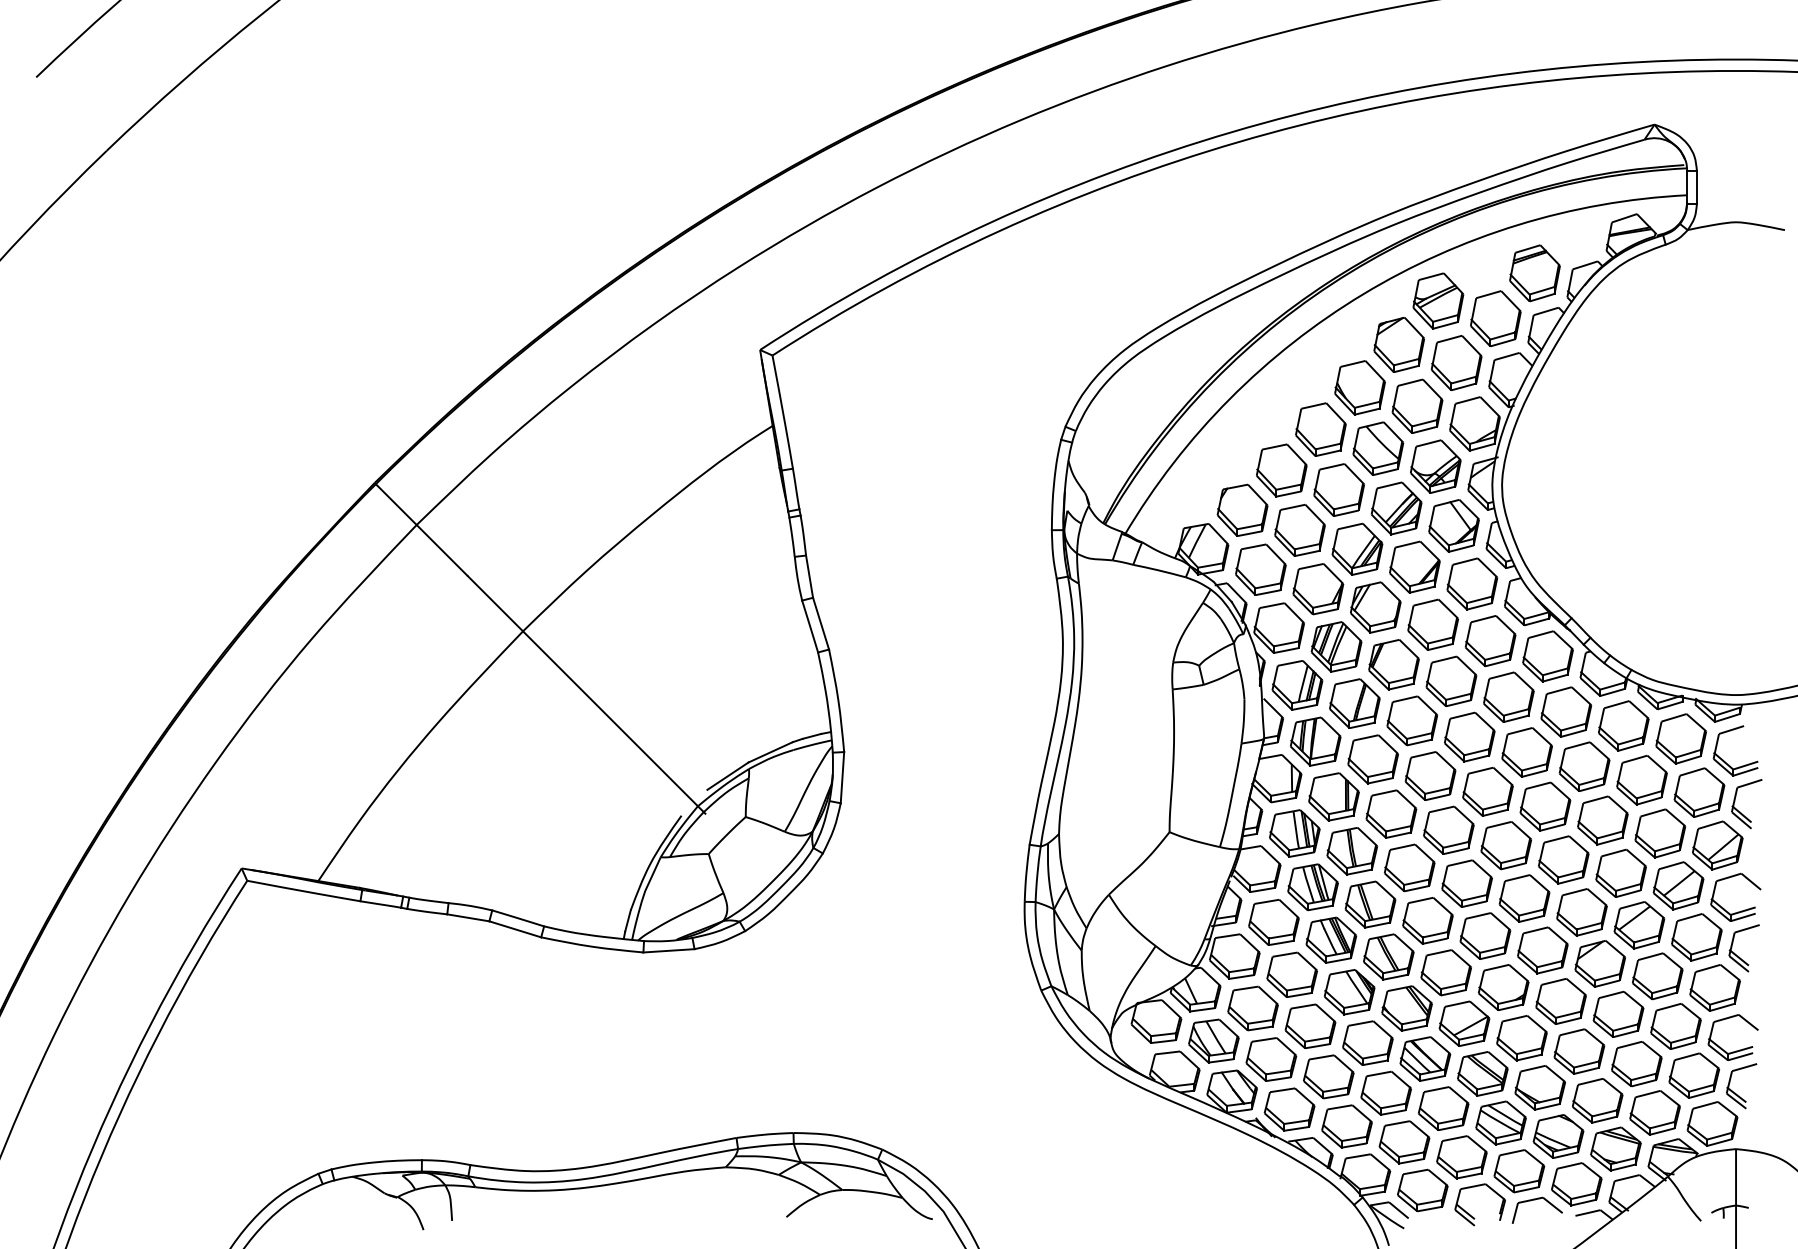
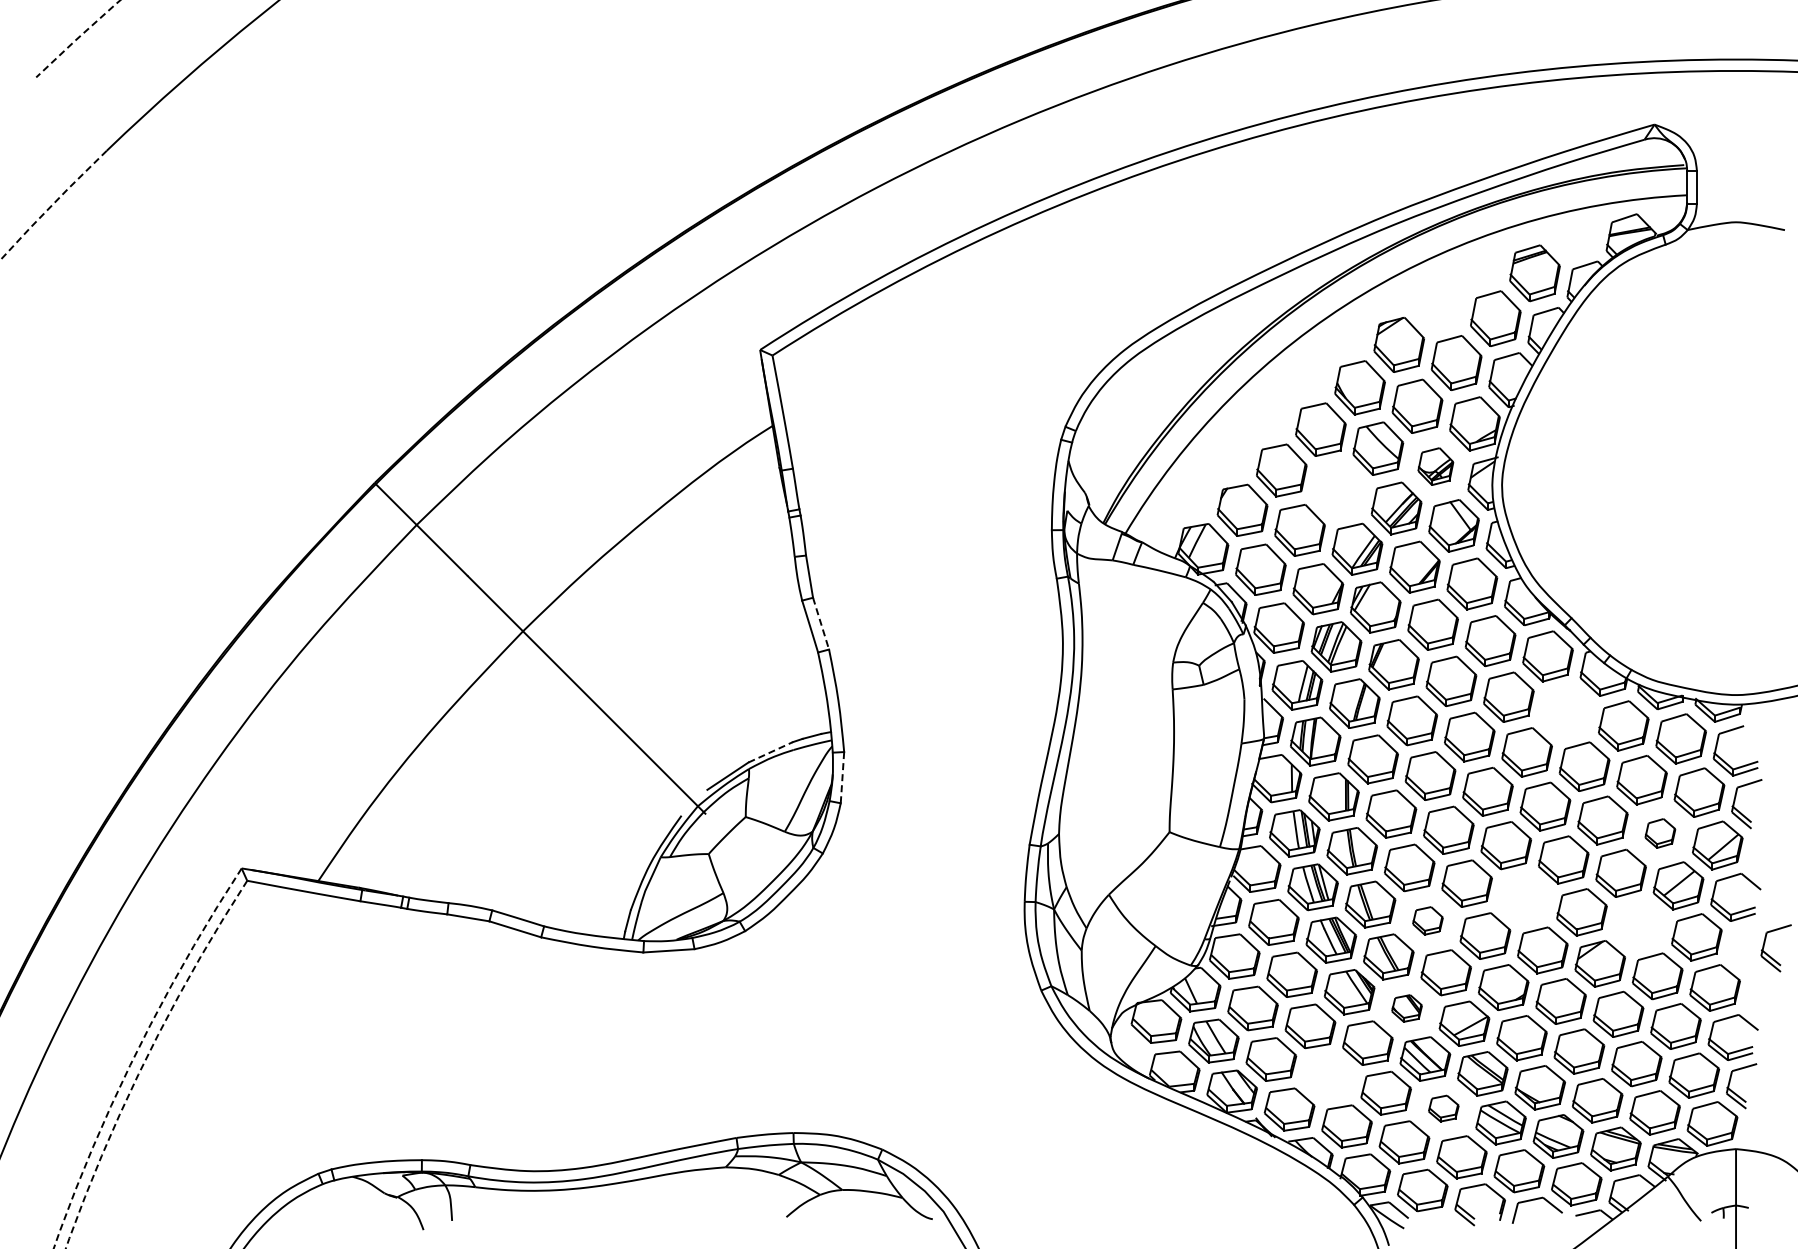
arc at (77, 38): solid -> dashed
arc at (52, 205): solid -> dashed
part at (1438, 300): present -> none
part at (1435, 466) size: 52x55 px -> 38x39 px
part at (1338, 489): present -> none
line at (821, 624): solid -> dashed
part at (1566, 711): present -> none
line at (771, 752): solid -> dashed
line at (842, 777): solid -> dashed
part at (1660, 833) size: 53x51 px -> 33x31 px
part at (1524, 898): present -> none
part at (1427, 920) size: 52x48 px -> 32x30 px
part at (1639, 925): present -> none
part at (1739, 956) position: (1739, 956) -> (1771, 956)
part at (1406, 1008) size: 52x47 px -> 32x29 px
arc at (135, 1053): solid -> dashed
arc at (145, 1060): solid -> dashed
part at (1328, 1076): present -> none
part at (1443, 1108) size: 52x45 px -> 32x29 px
